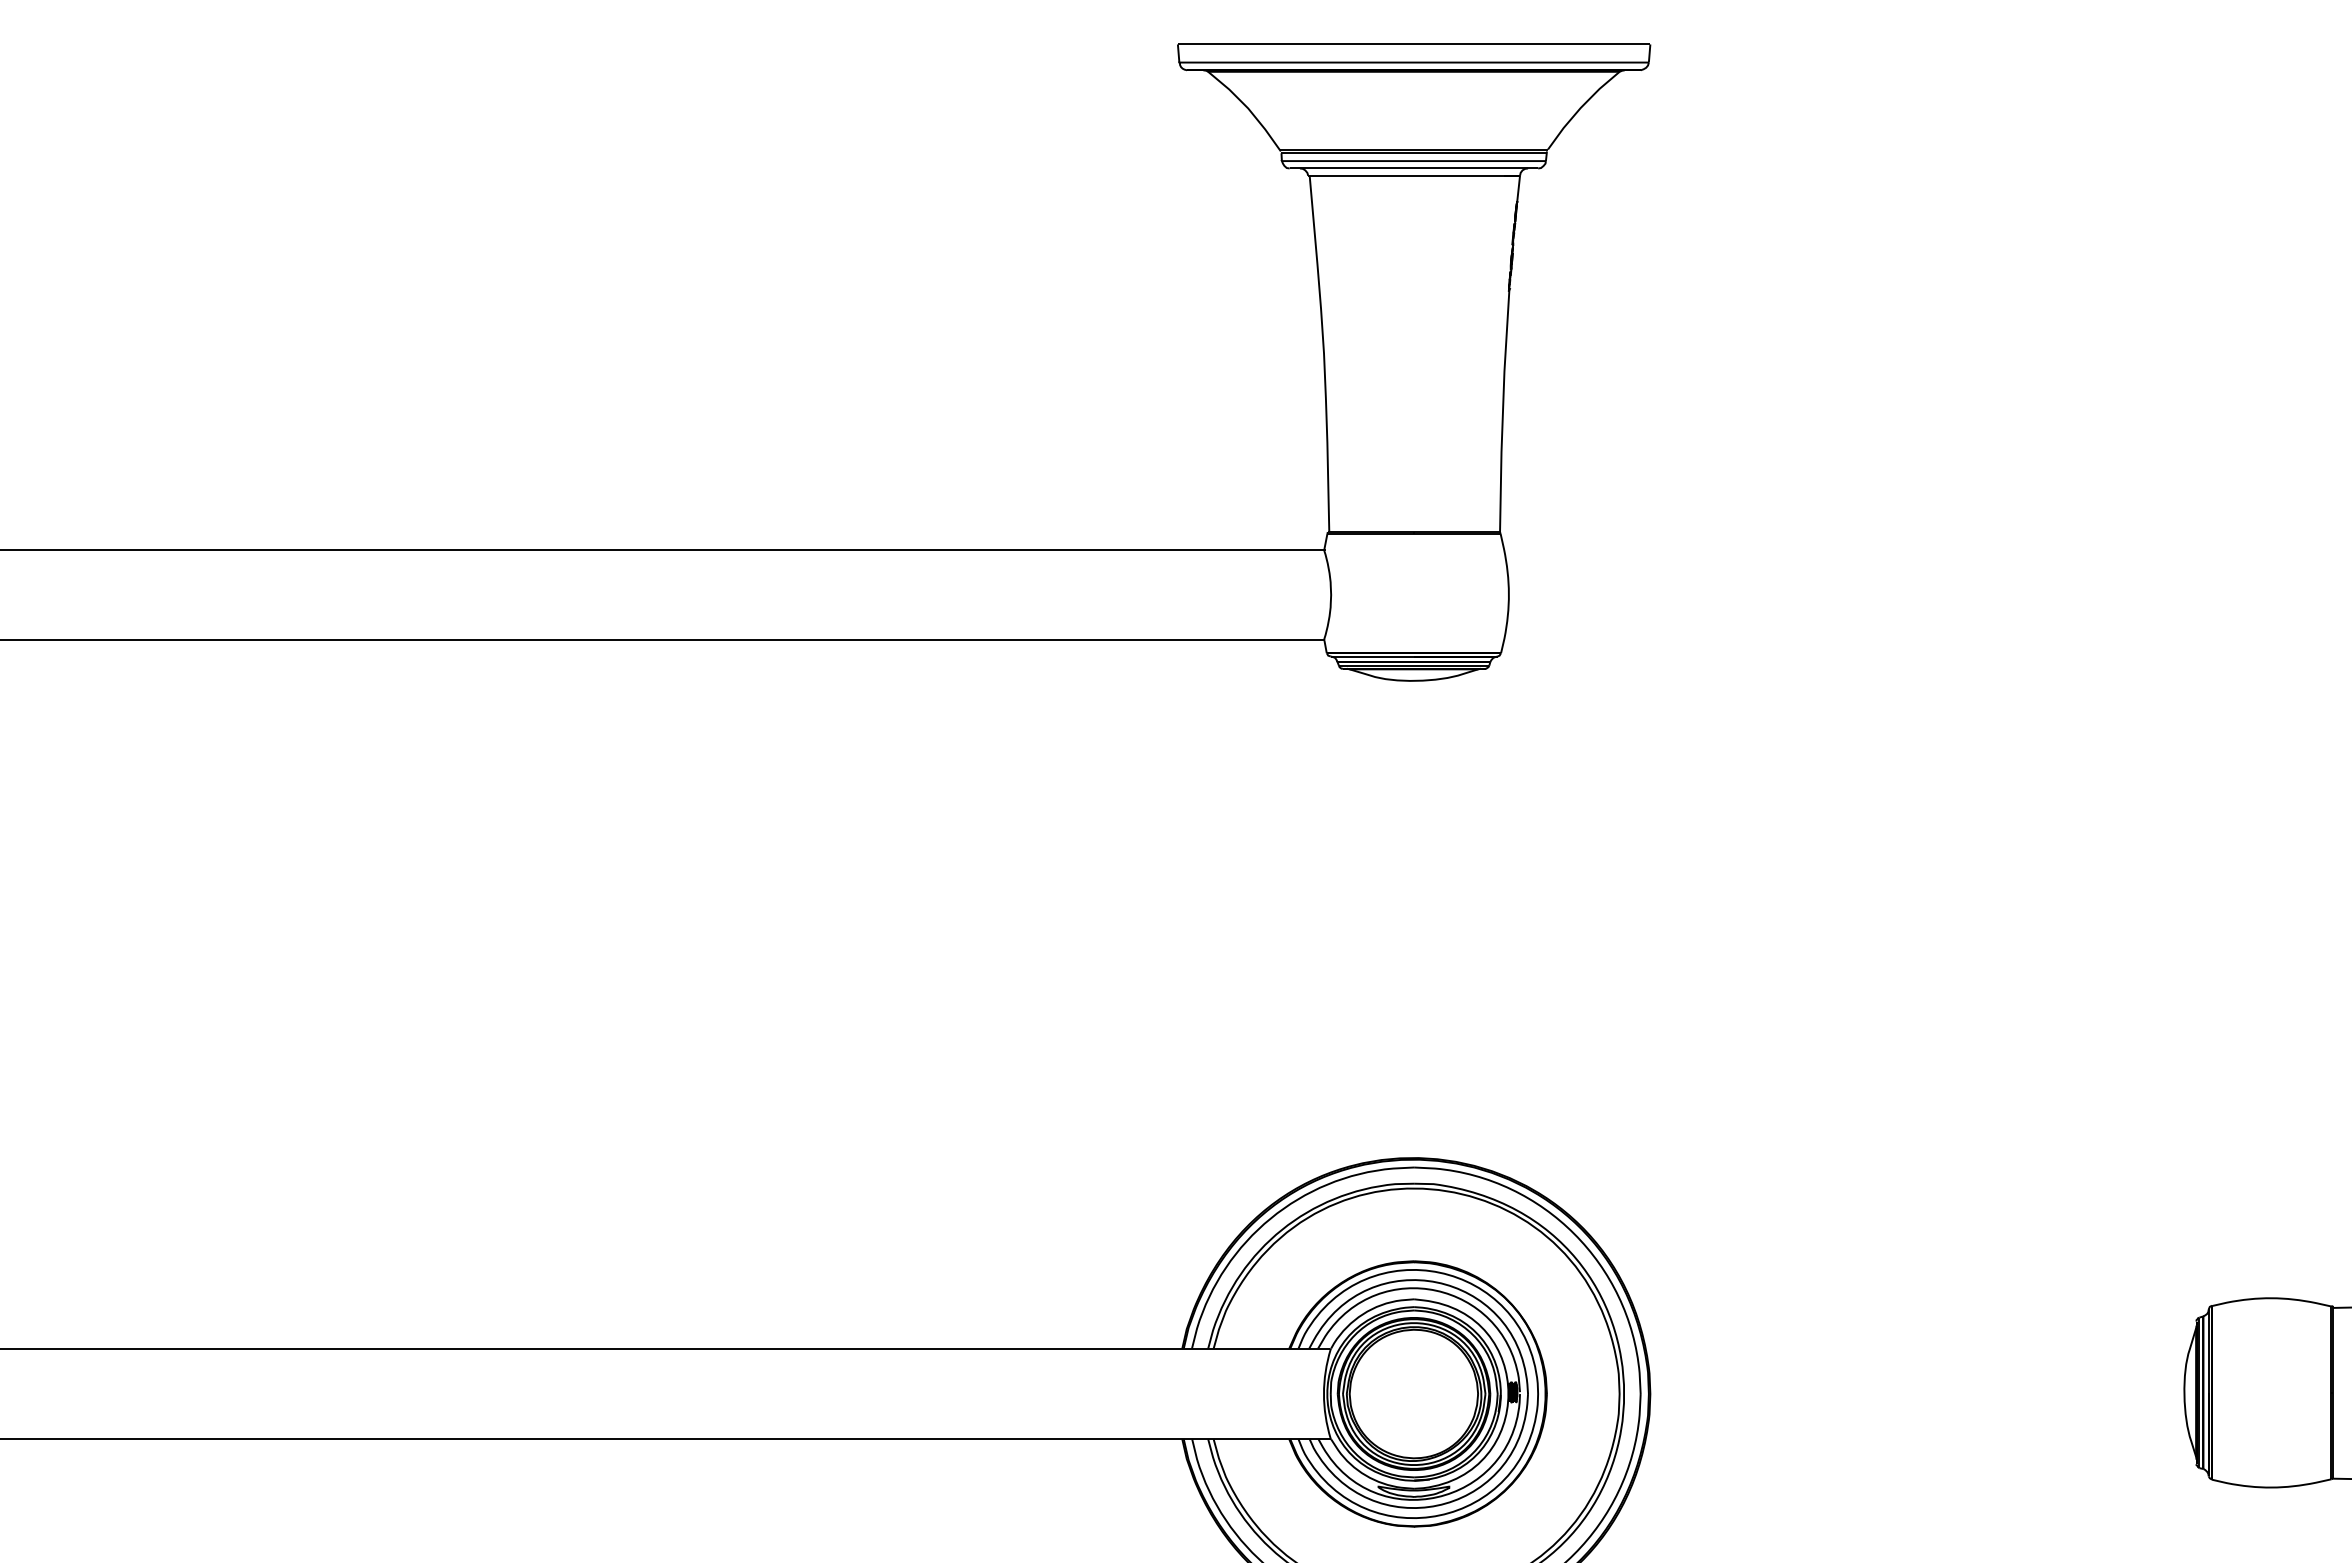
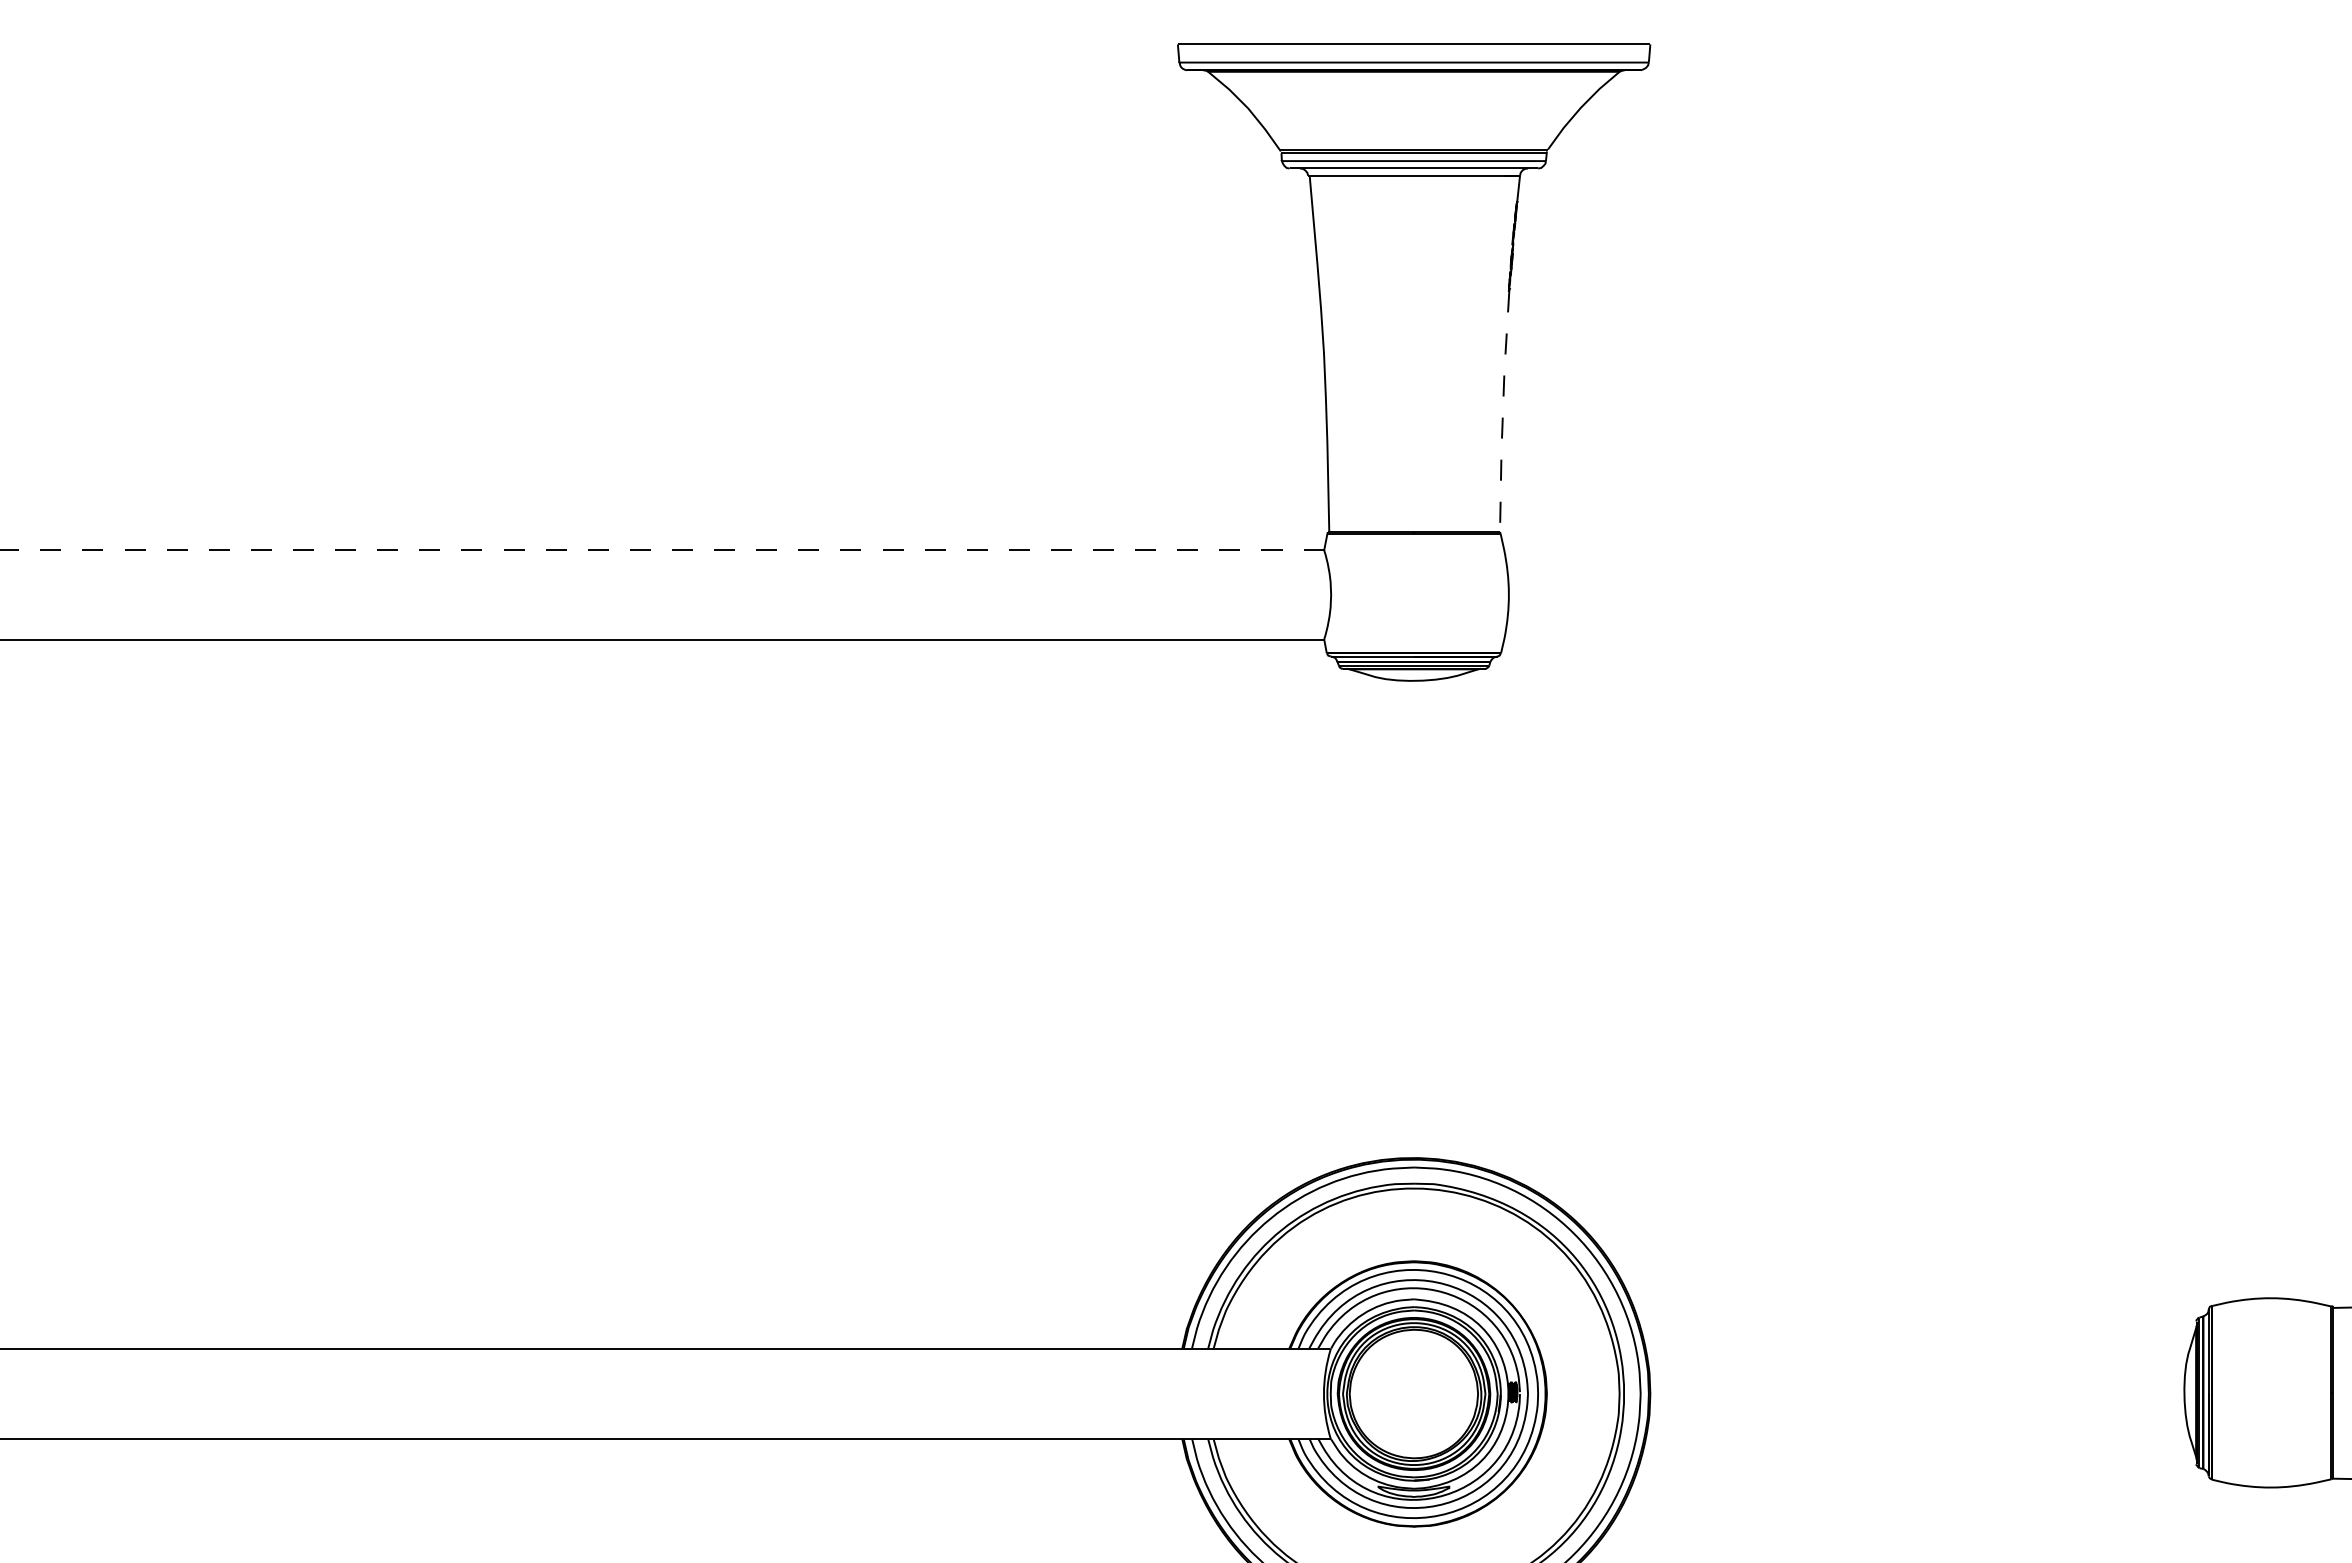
line at (1502, 412): solid -> dashed
line at (662, 549): solid -> dashed
